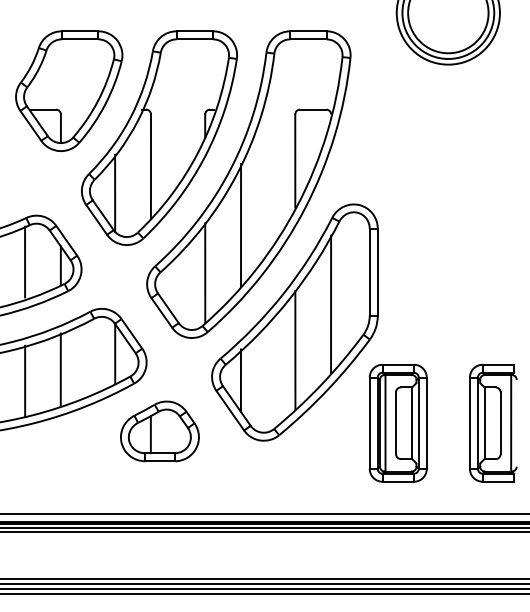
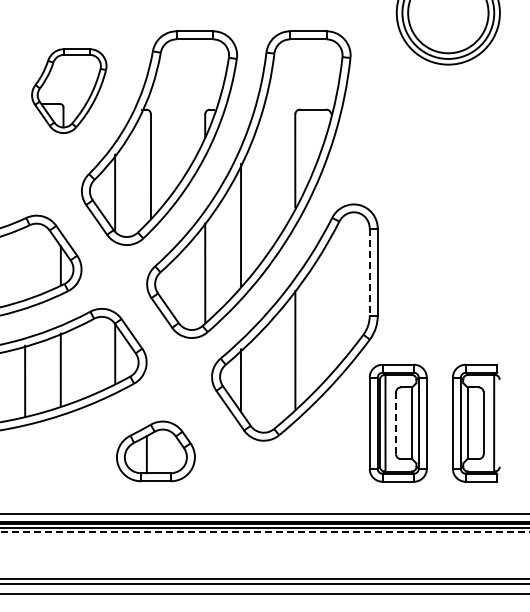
part at (69, 90) size: 109x122 px -> 77x86 px
line at (25, 261): present -> none
line at (369, 272): solid -> dashed
line at (331, 304): present -> none
part at (493, 422) position: (493, 422) -> (476, 422)
line at (396, 423): solid -> dashed
part at (159, 431) position: (159, 431) -> (155, 451)
line at (264, 532): solid -> dashed
line at (264, 588): present -> none
